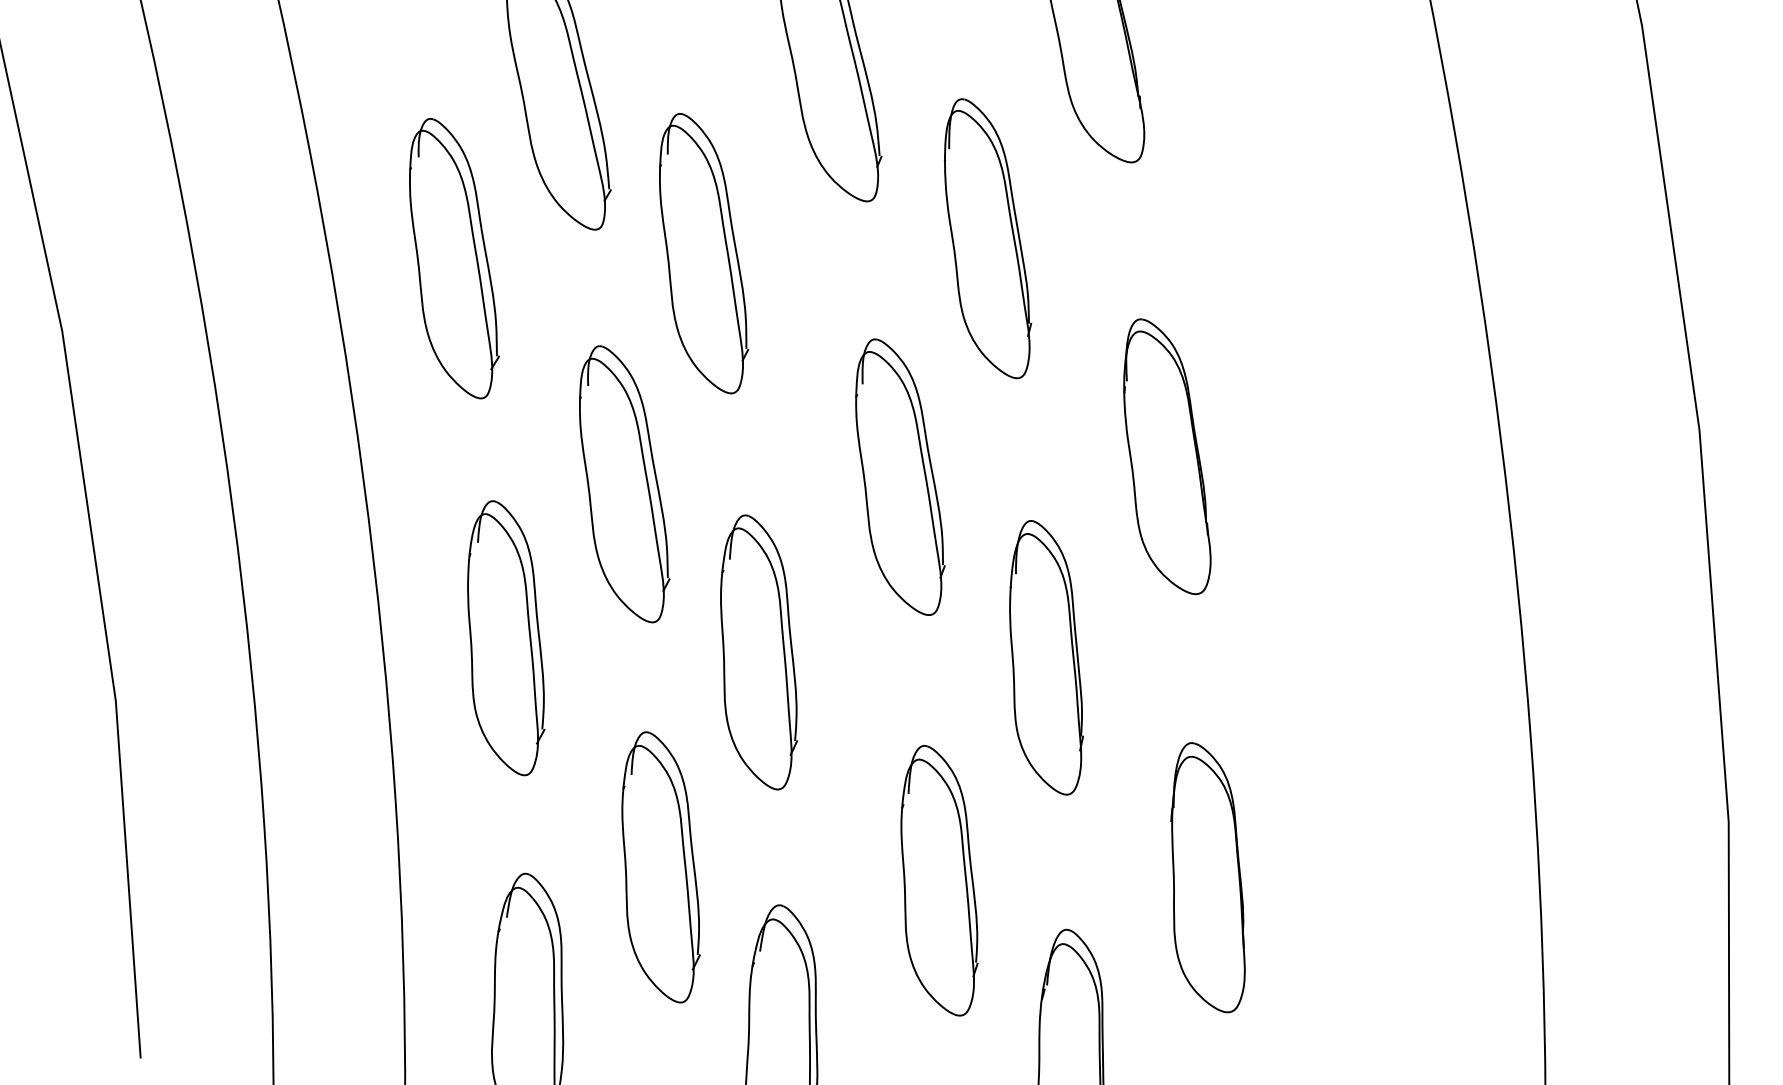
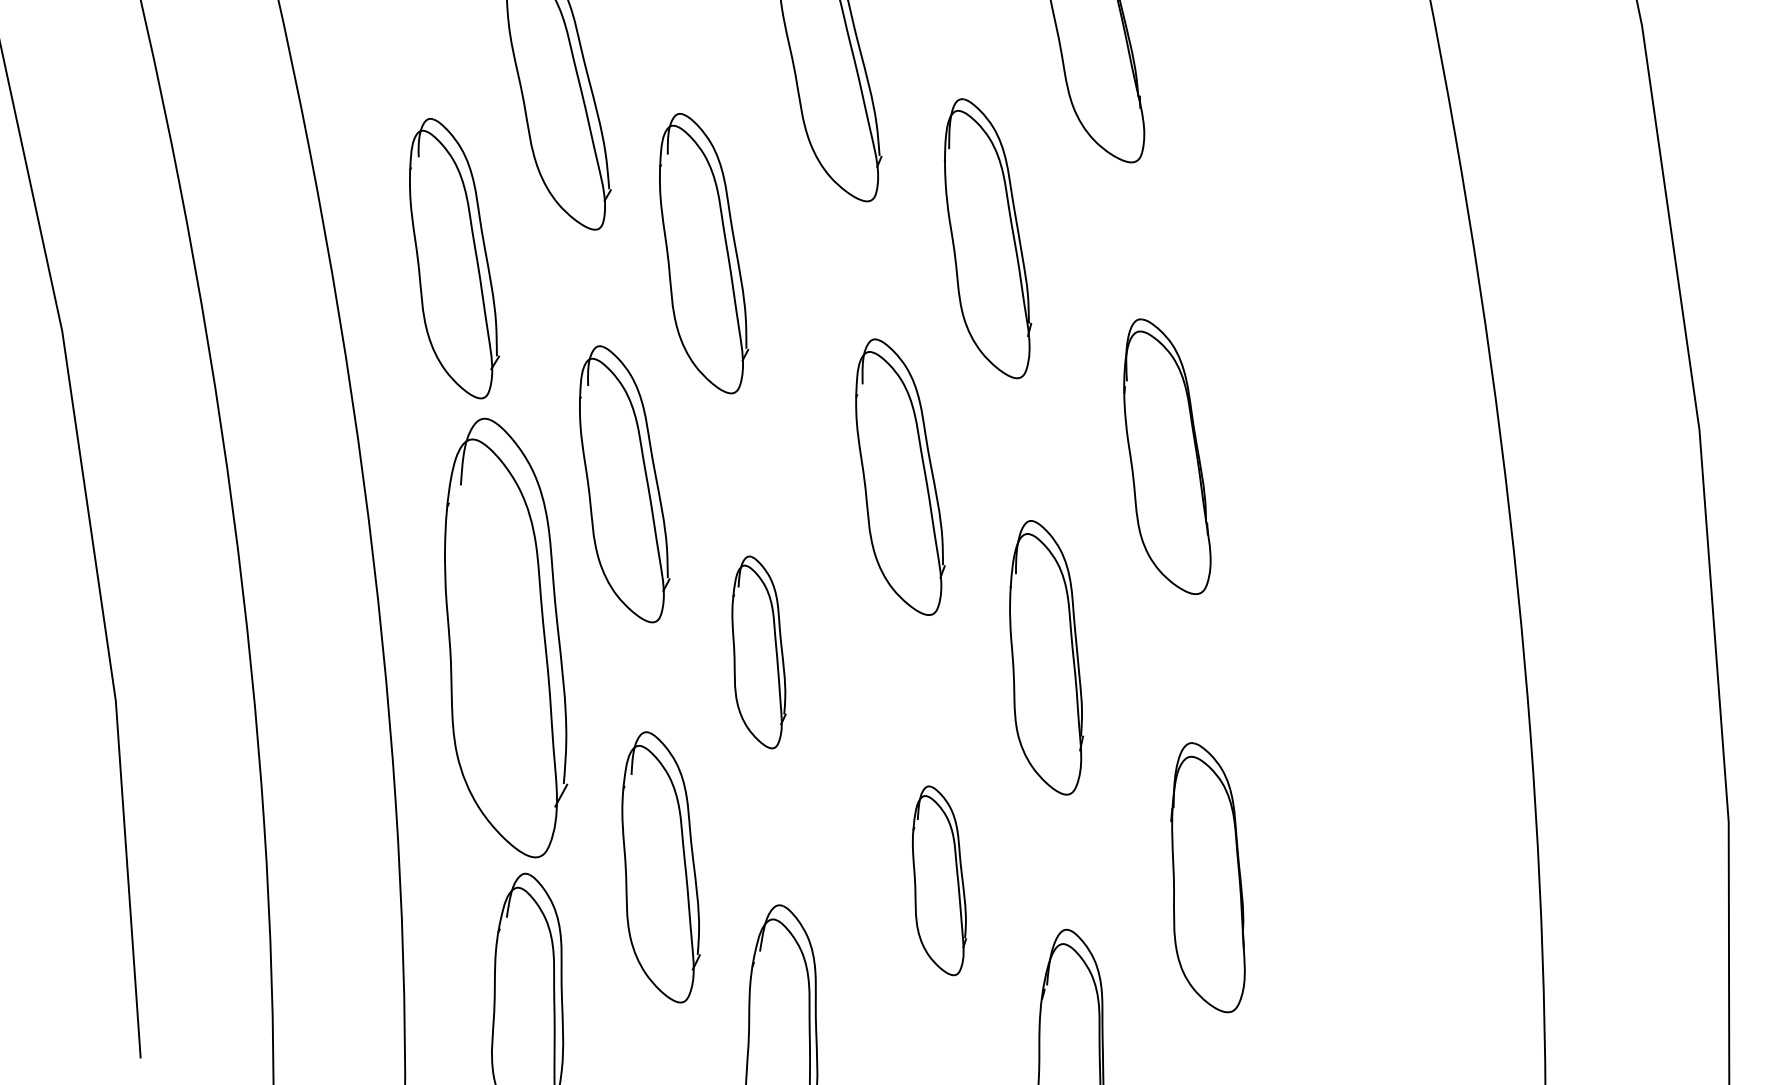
part at (506, 638) size: 79x277 px -> 125x442 px
part at (758, 652) size: 78x277 px -> 56x195 px
part at (939, 880) size: 79x272 px -> 55x192 px
